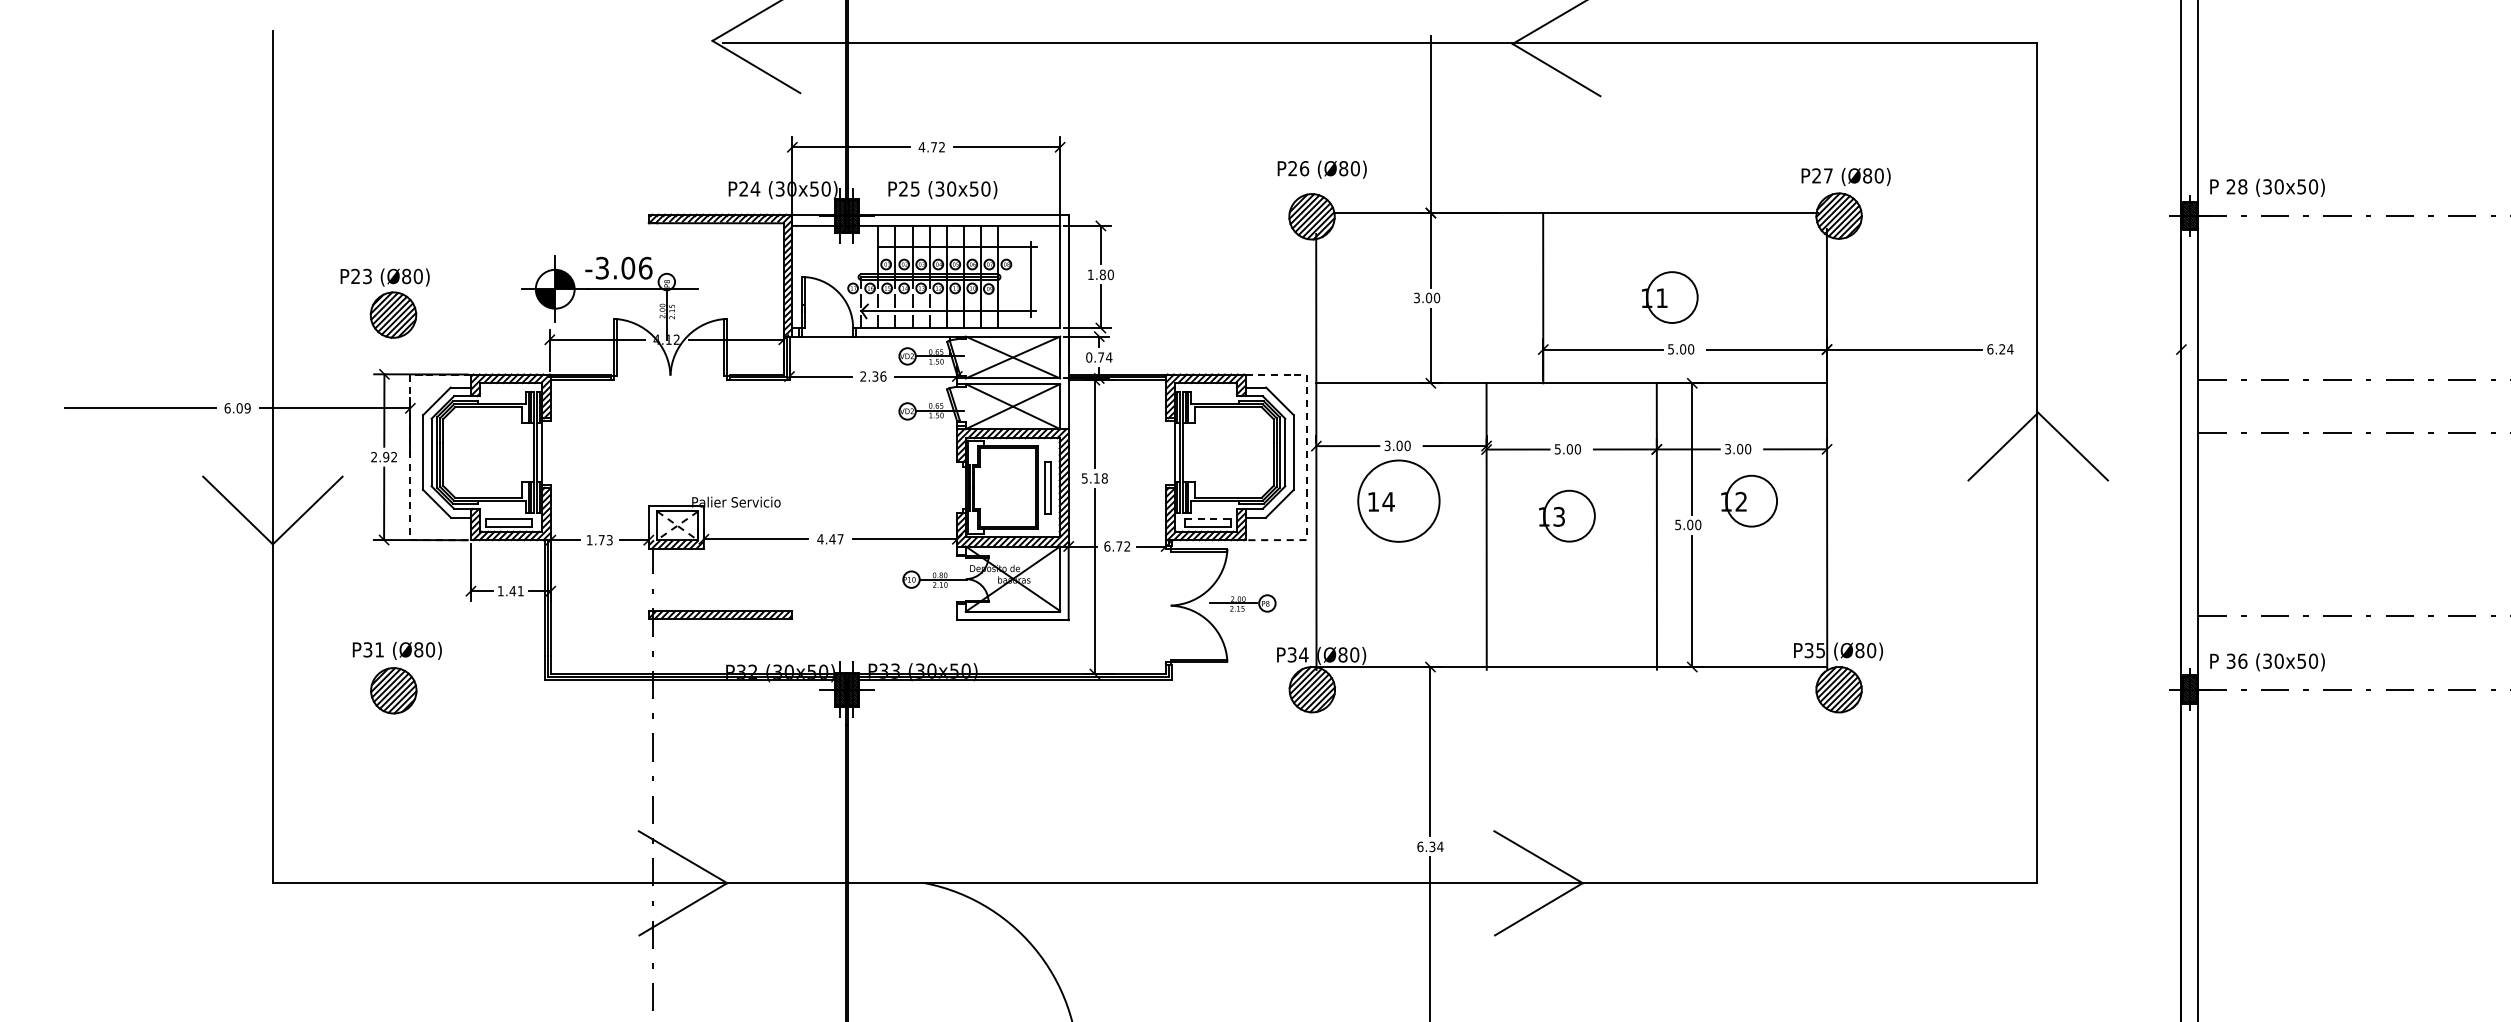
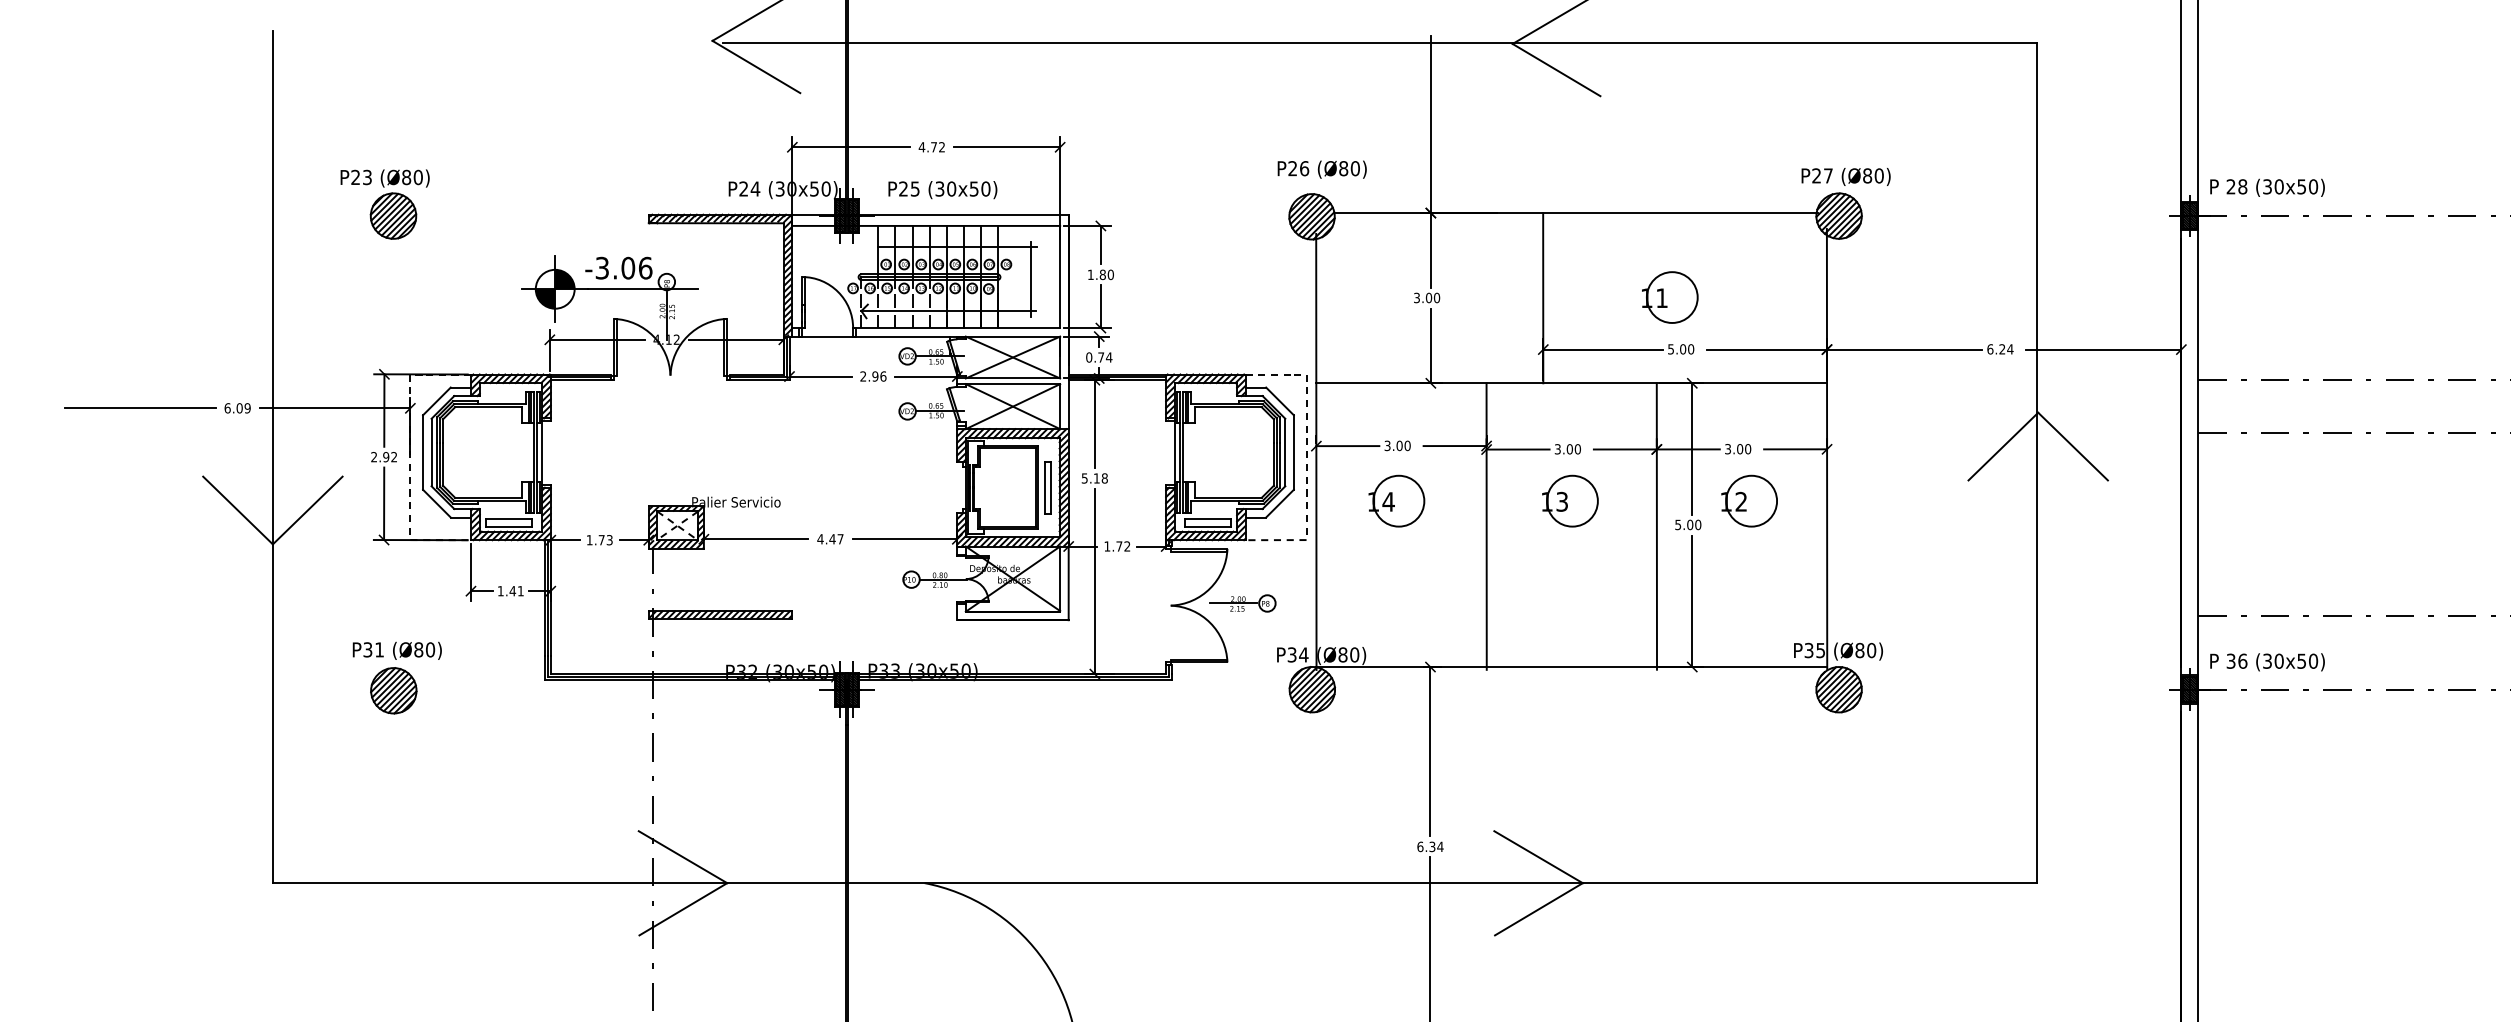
part at (384, 303) position: (384, 303) -> (384, 204)
line at (2103, 349): none -> present
text at (875, 376): 2.36 -> 2.96
text at (1557, 448): 5.00 -> 3.00
circle at (1398, 500) diameter: 81 px -> 51 px
part at (1567, 515) position: (1567, 515) -> (1570, 500)
line at (1207, 518): dashed -> solid
hatch at (675, 523): none -> present
text at (1107, 546): 6.72 -> 1.72
